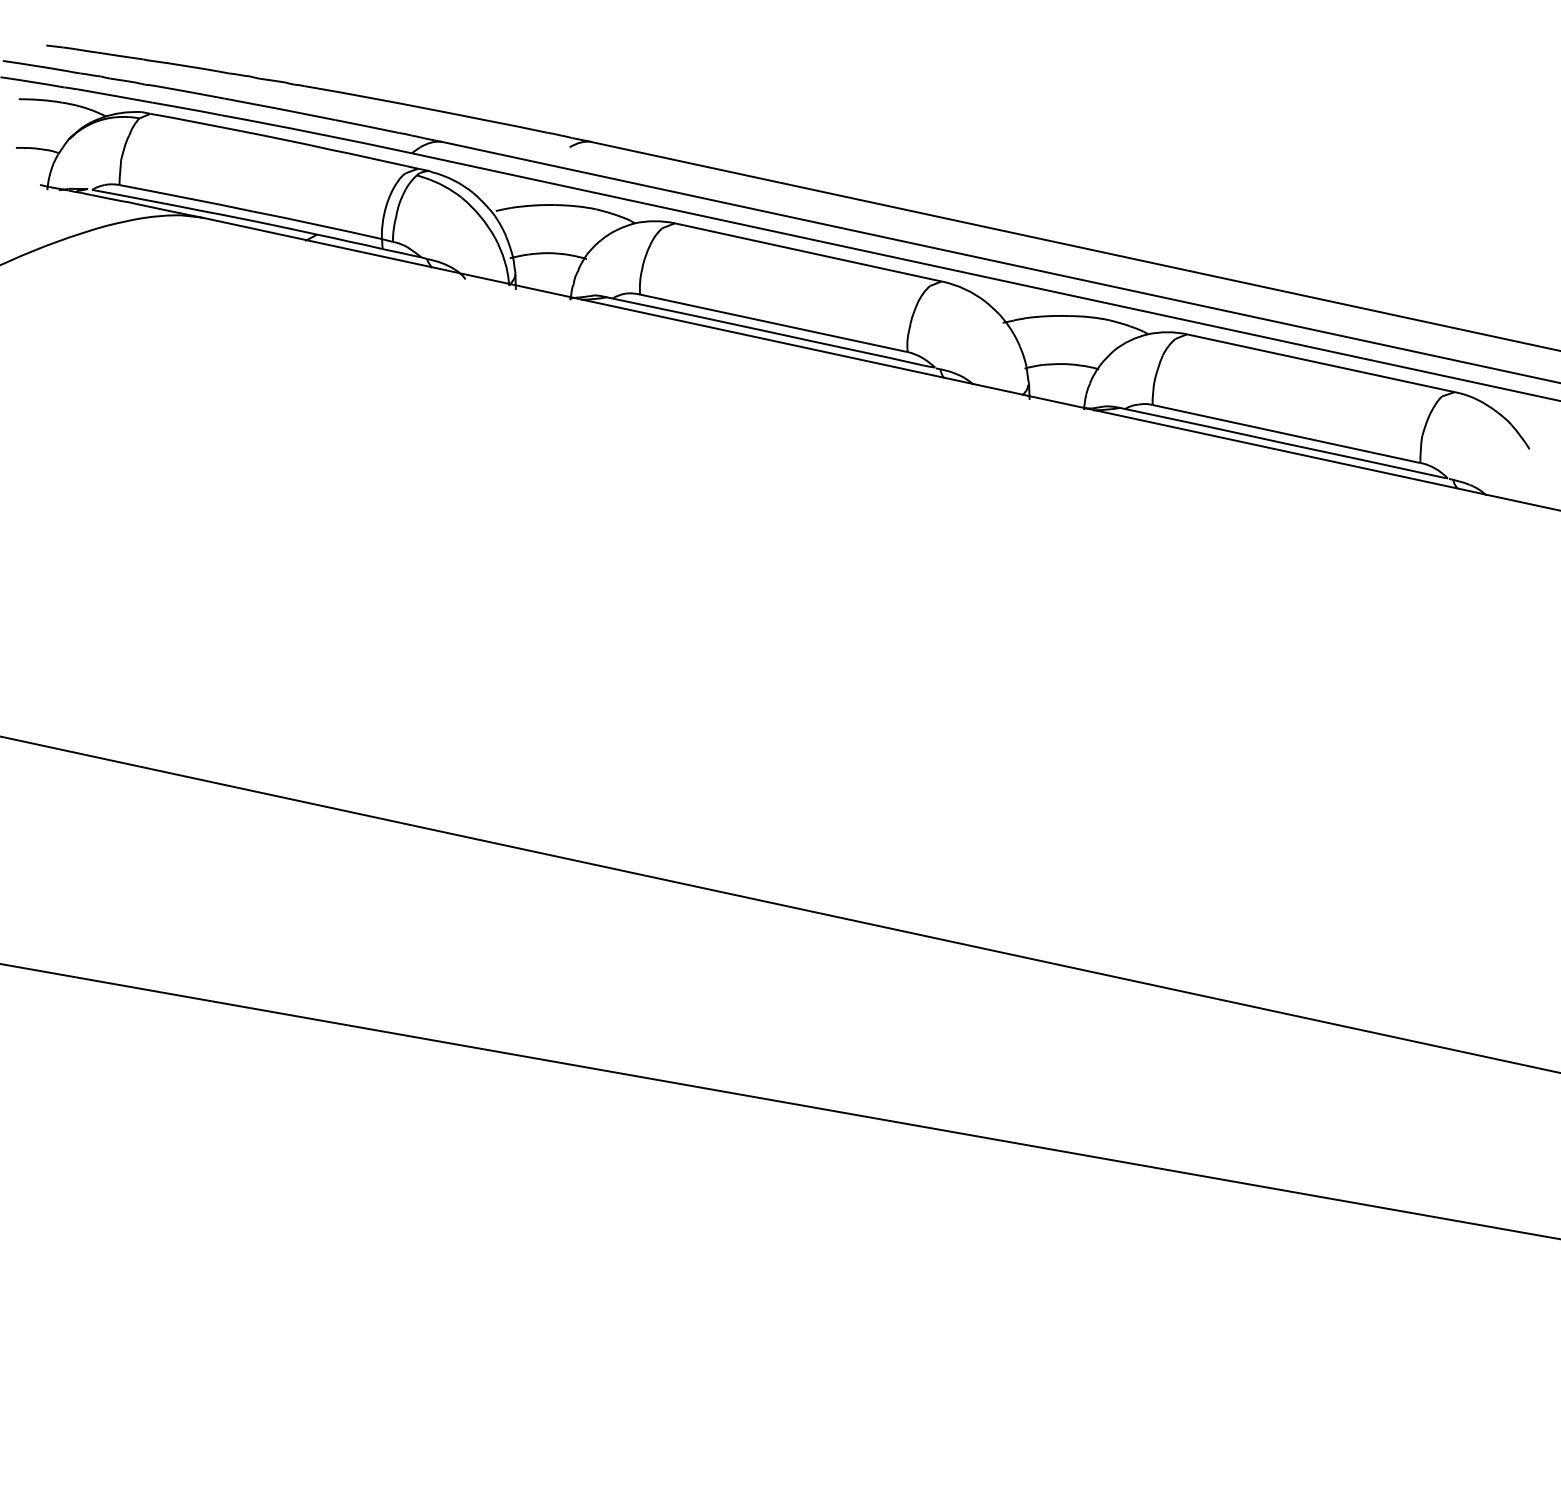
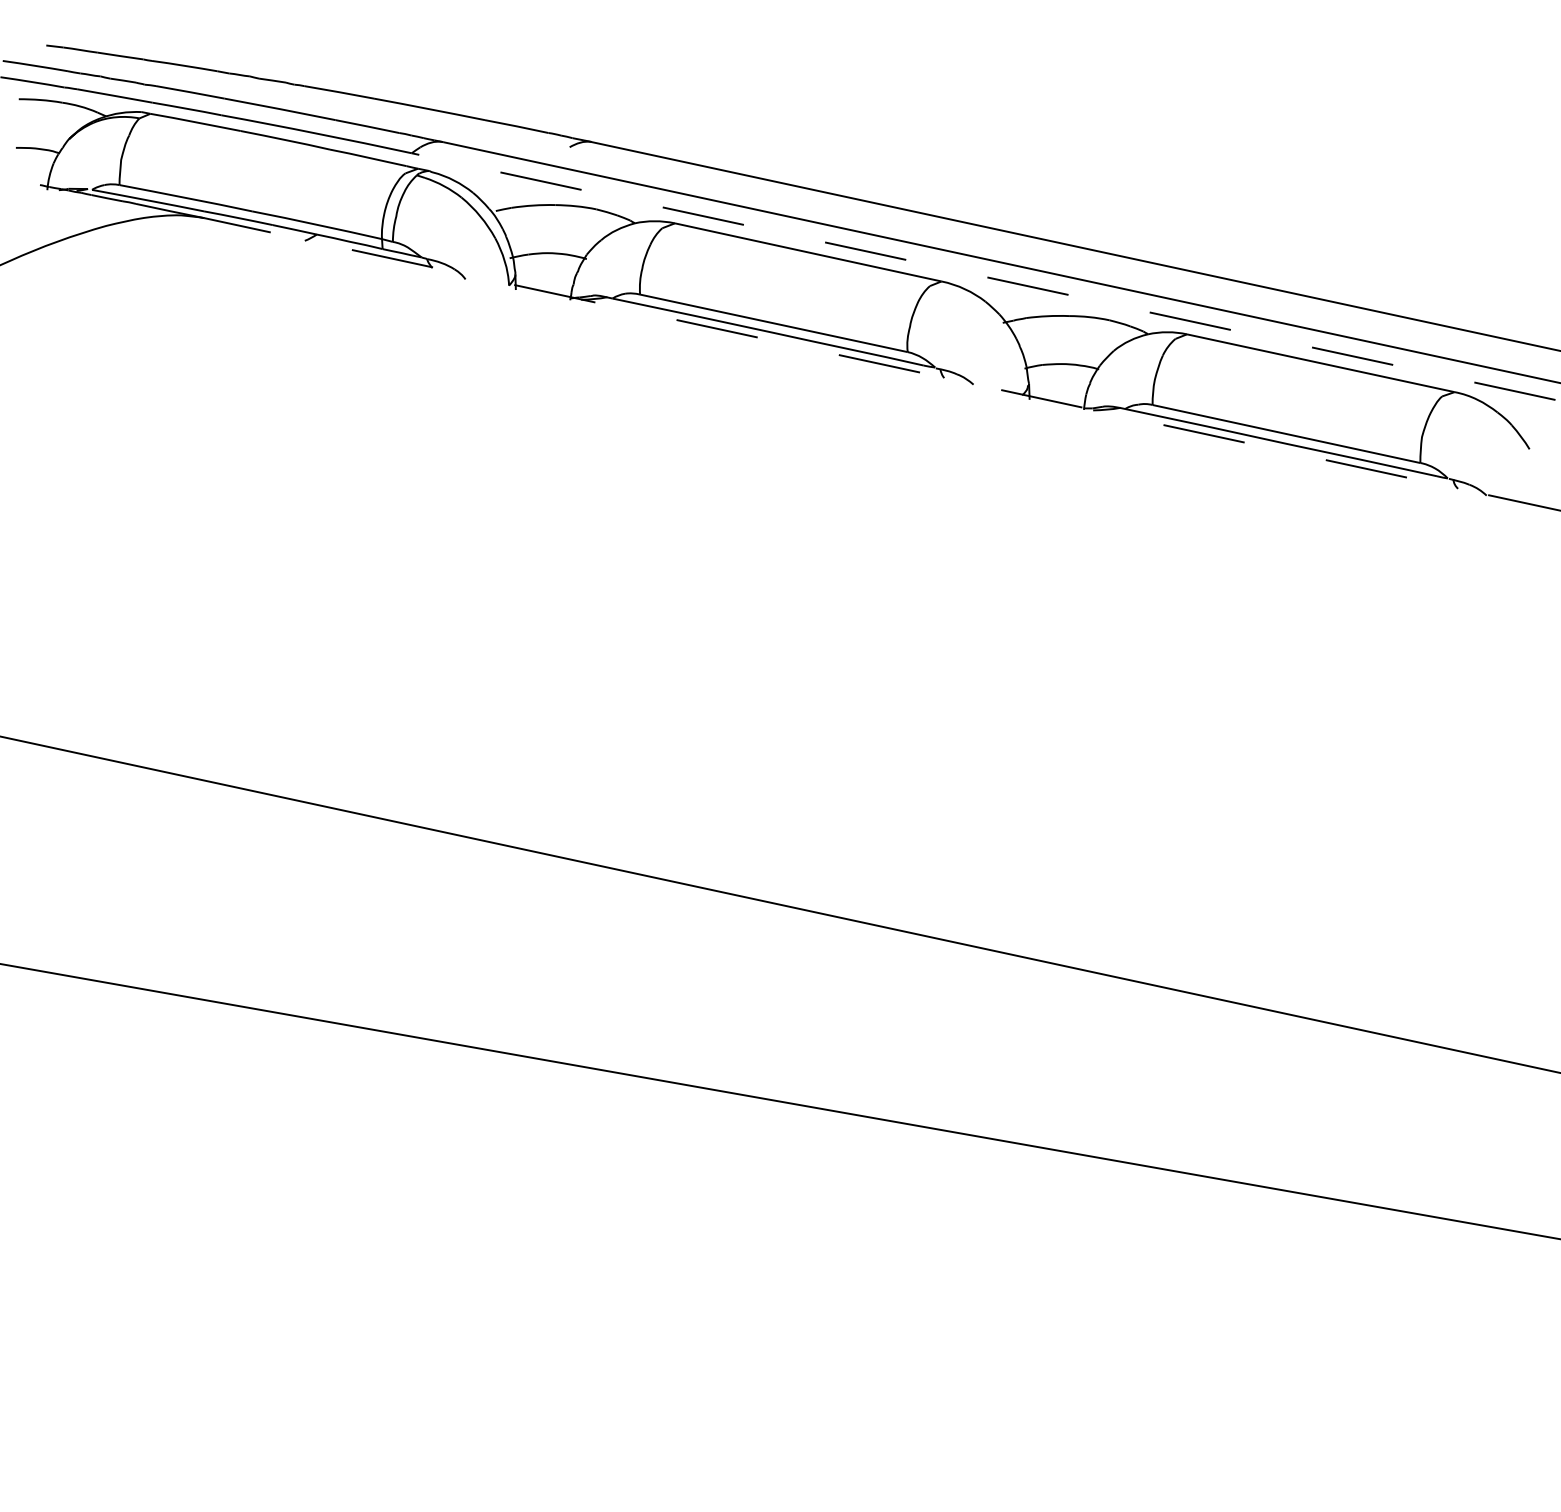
line at (985, 277): solid -> dashed
line at (881, 364): solid -> dashed
